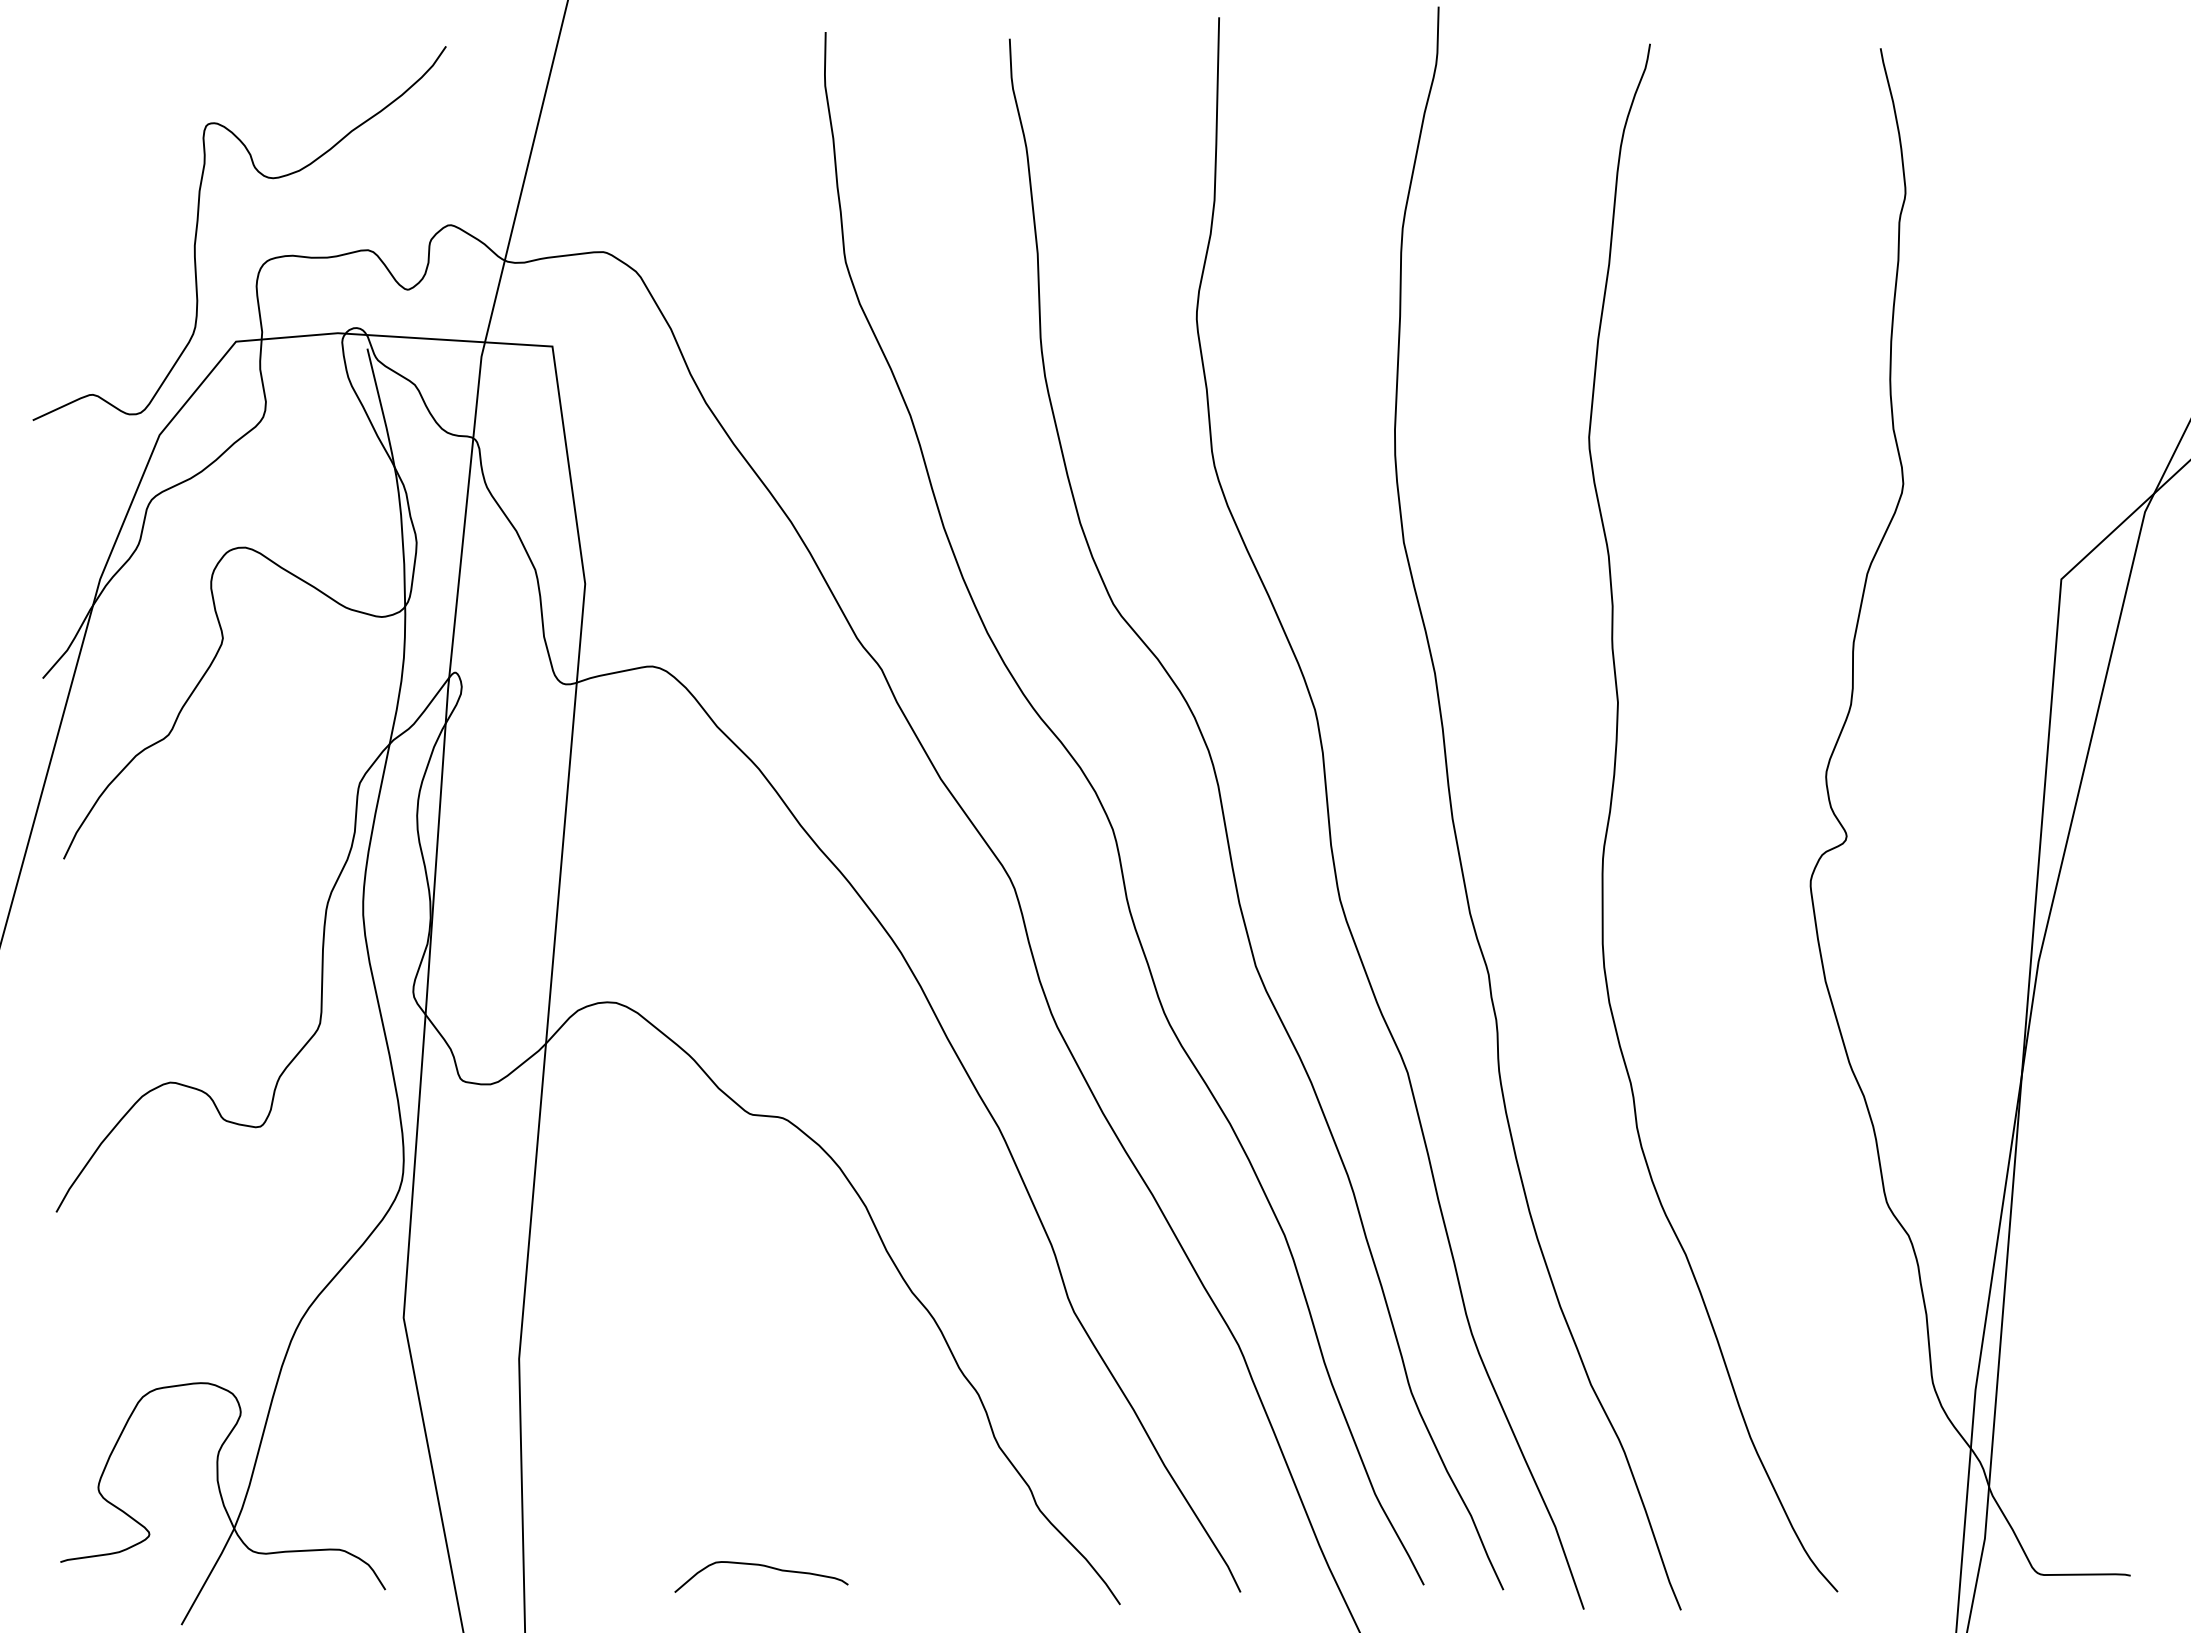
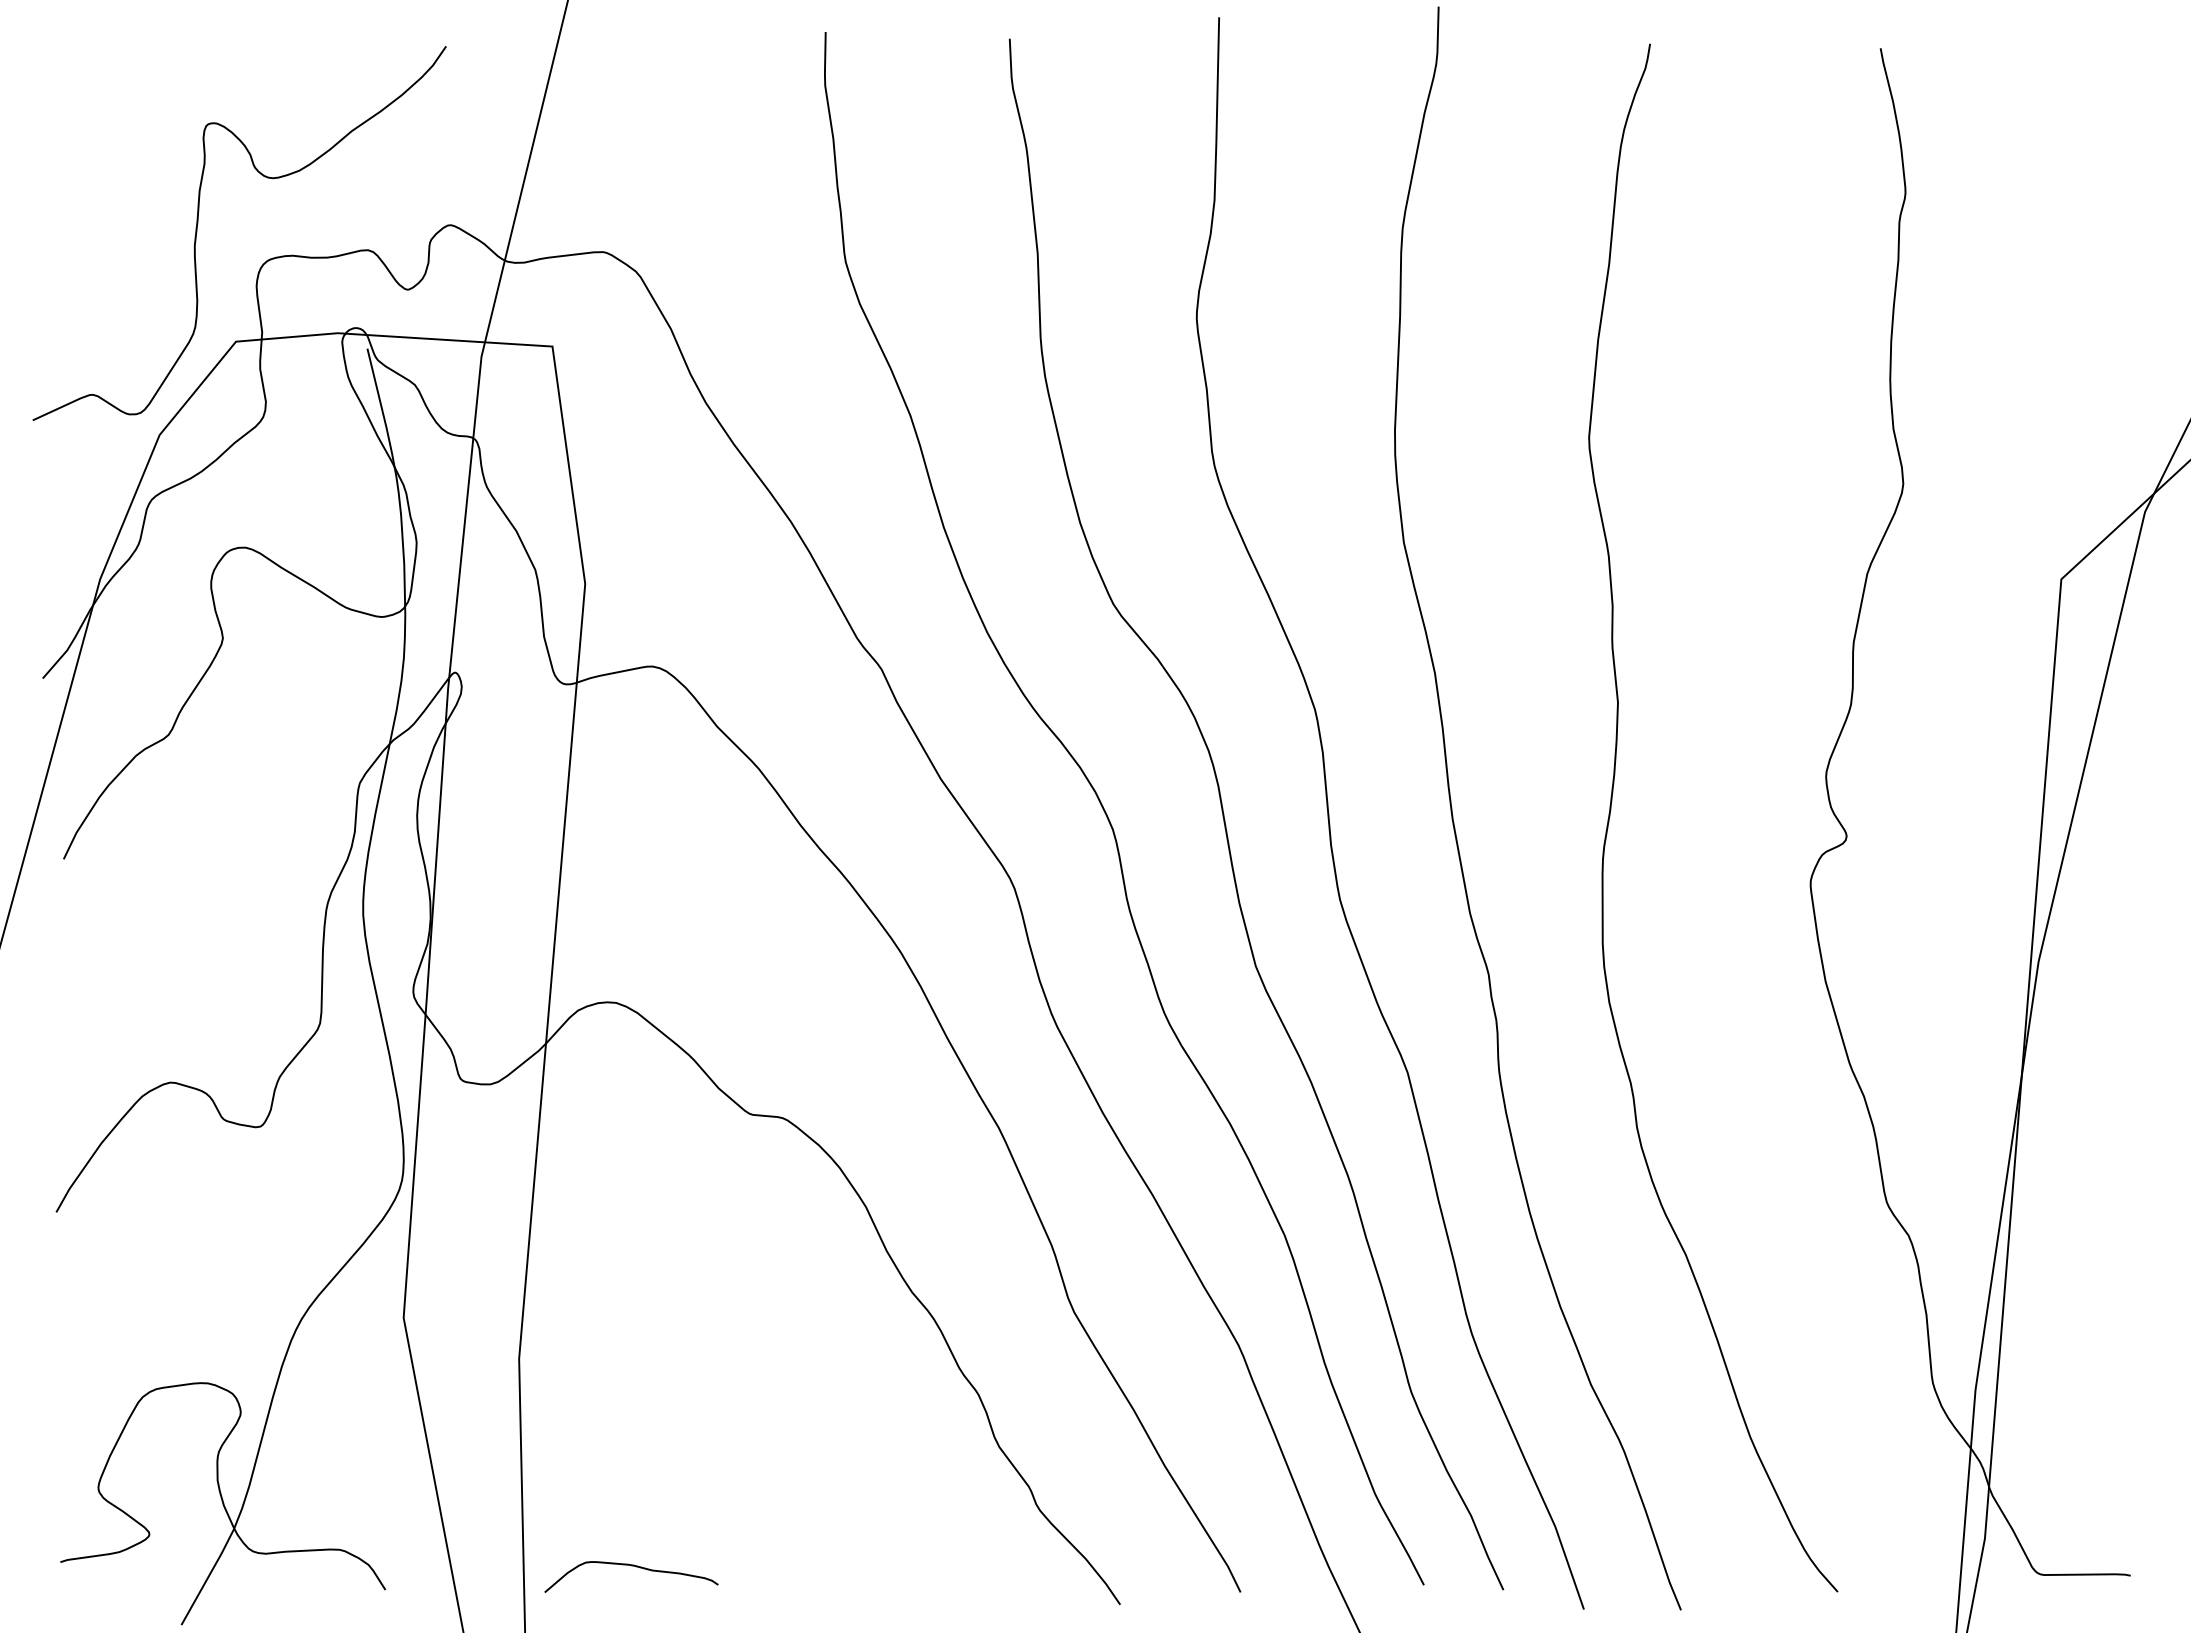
curve at (761, 1566) position: (761, 1566) -> (631, 1566)
